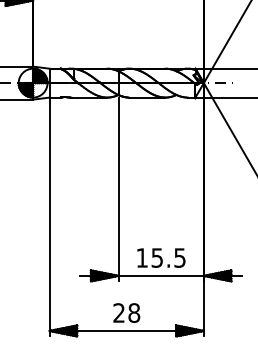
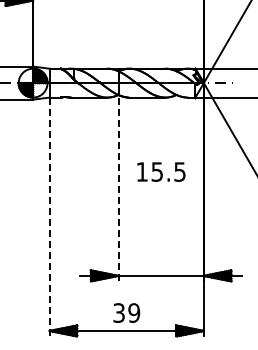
line at (118, 189): solid -> dashed
line at (49, 217): solid -> dashed
text at (161, 257) position: (161, 257) -> (161, 171)
text at (126, 312): 28 -> 39
